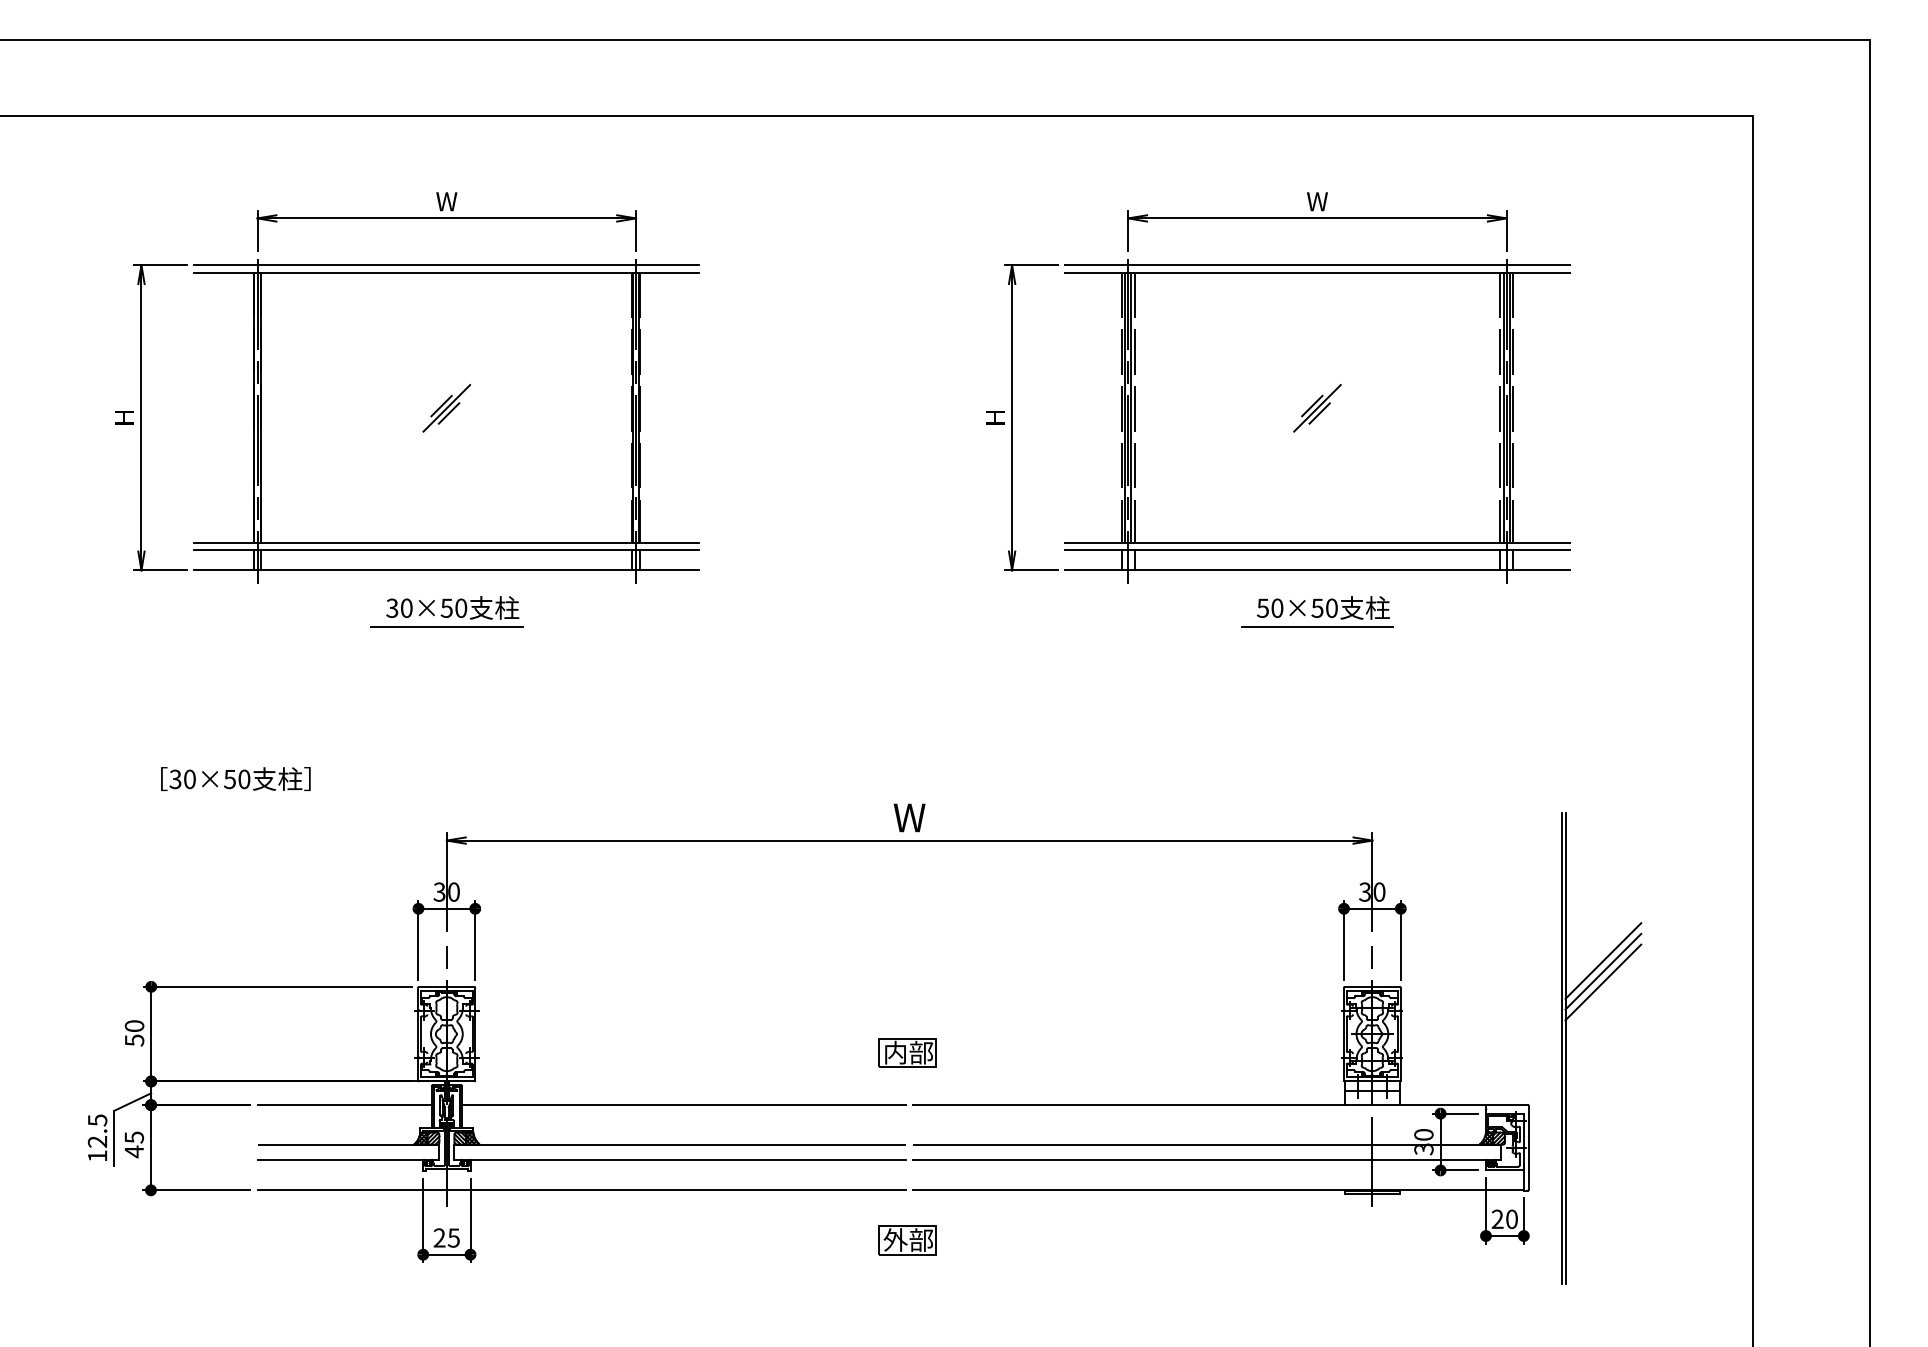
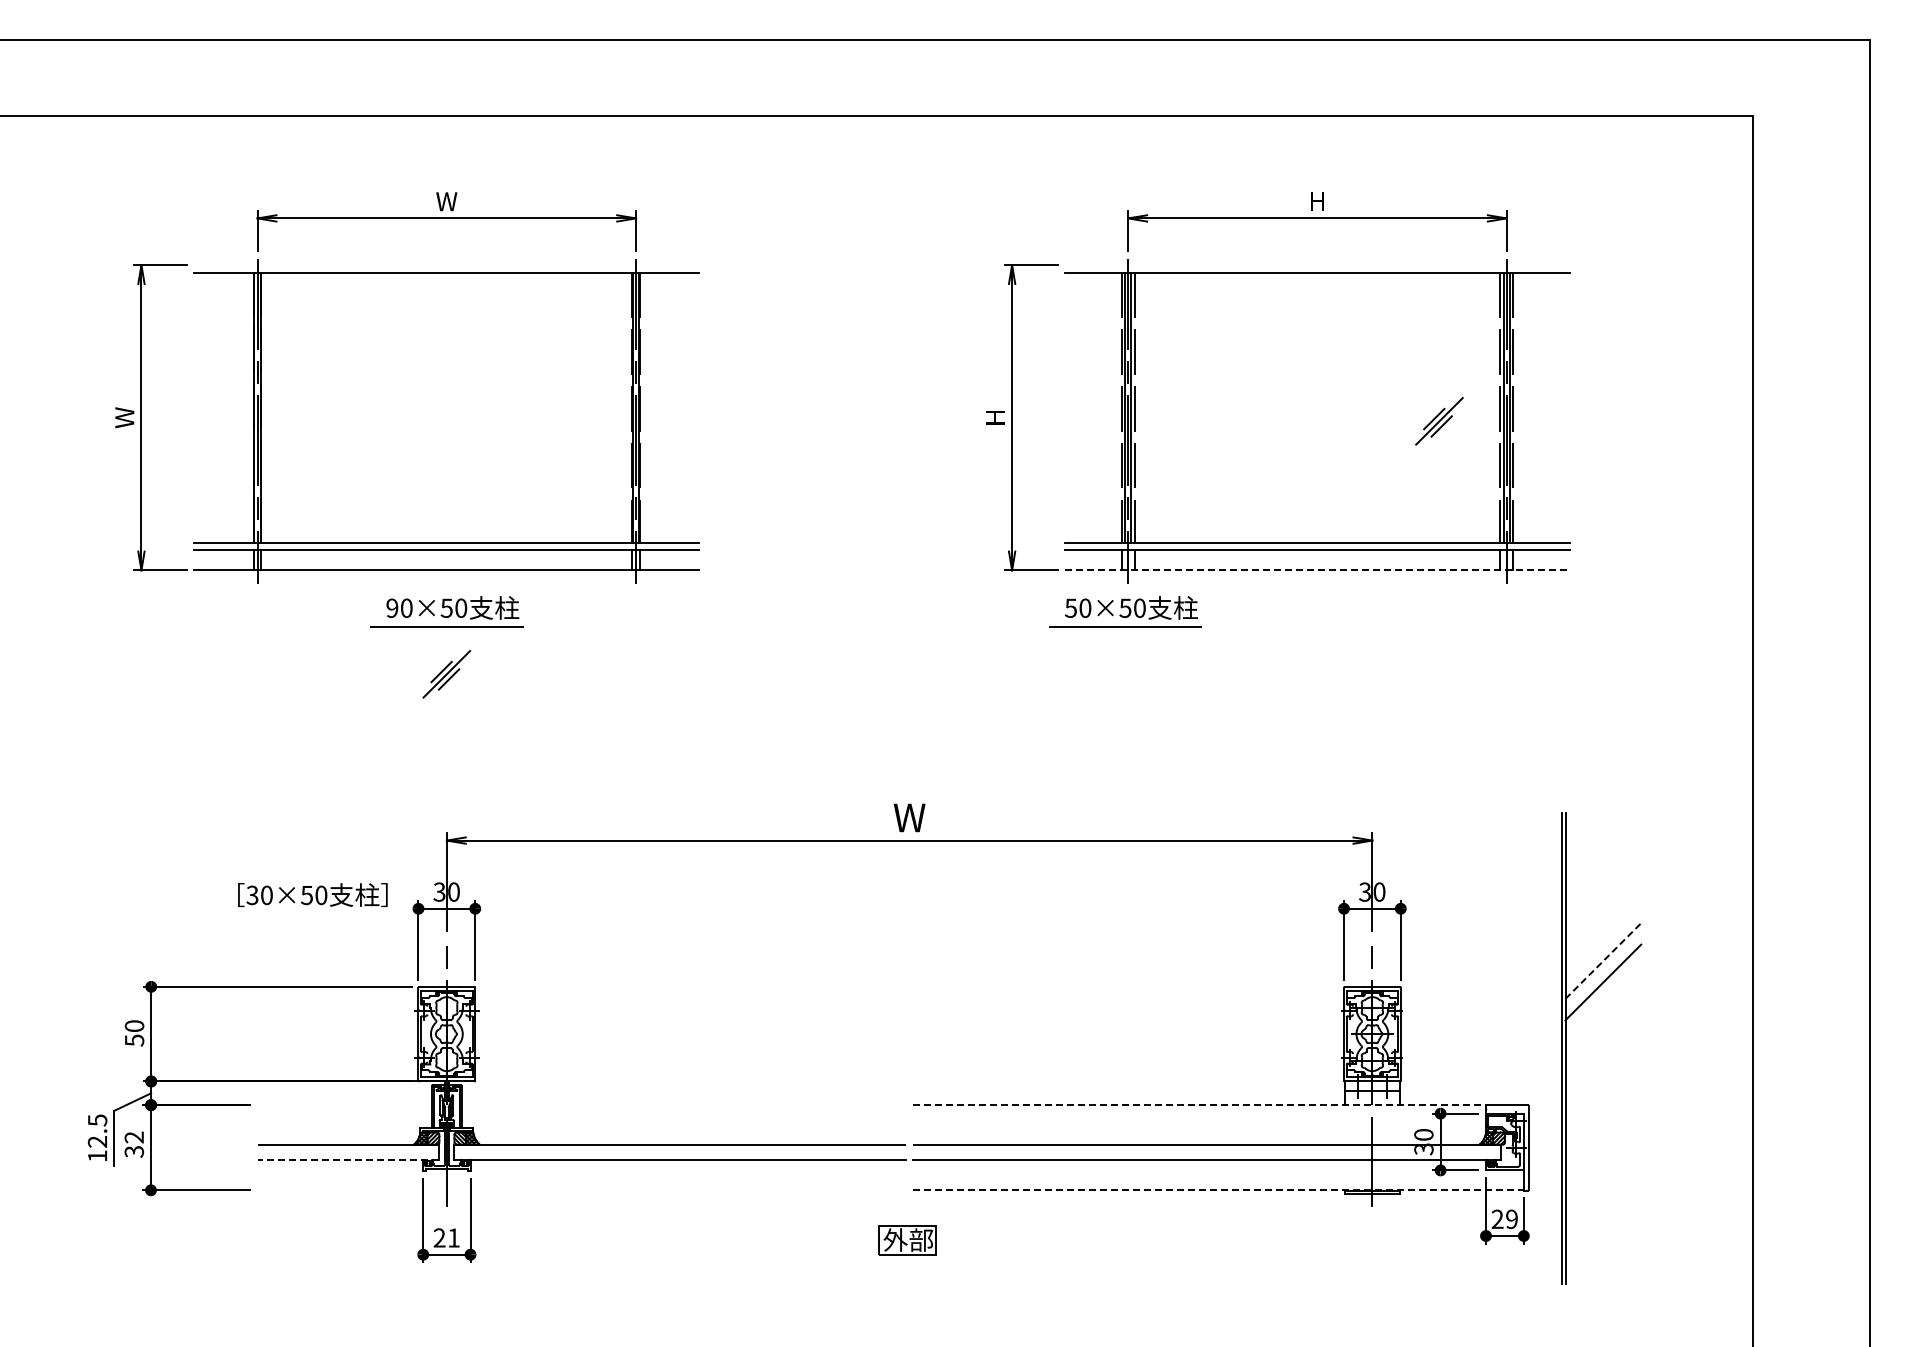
text at (1317, 201): W -> H
line at (446, 265): present -> none
line at (1317, 265): present -> none
part at (446, 408) position: (446, 408) -> (446, 674)
part at (1317, 408) position: (1317, 408) -> (1439, 421)
text at (124, 417): H -> W
line at (1317, 570): solid -> dashed
text at (392, 608): 30×50 -> 90×50
part at (1317, 611) position: (1317, 611) -> (1125, 611)
text at (235, 778) position: (235, 778) -> (312, 894)
line at (1603, 961): solid -> dashed
line at (1603, 971): present -> none
part at (907, 1052): present -> none
line at (344, 1105): present -> none
line at (683, 1105): present -> none
line at (1200, 1105): solid -> dashed
text at (134, 1144): 45 -> 32
line at (348, 1159): solid -> dashed
line at (581, 1190): present -> none
line at (1219, 1190): solid -> dashed
text at (1511, 1219): 20 -> 29
text at (453, 1237): 25 -> 21
